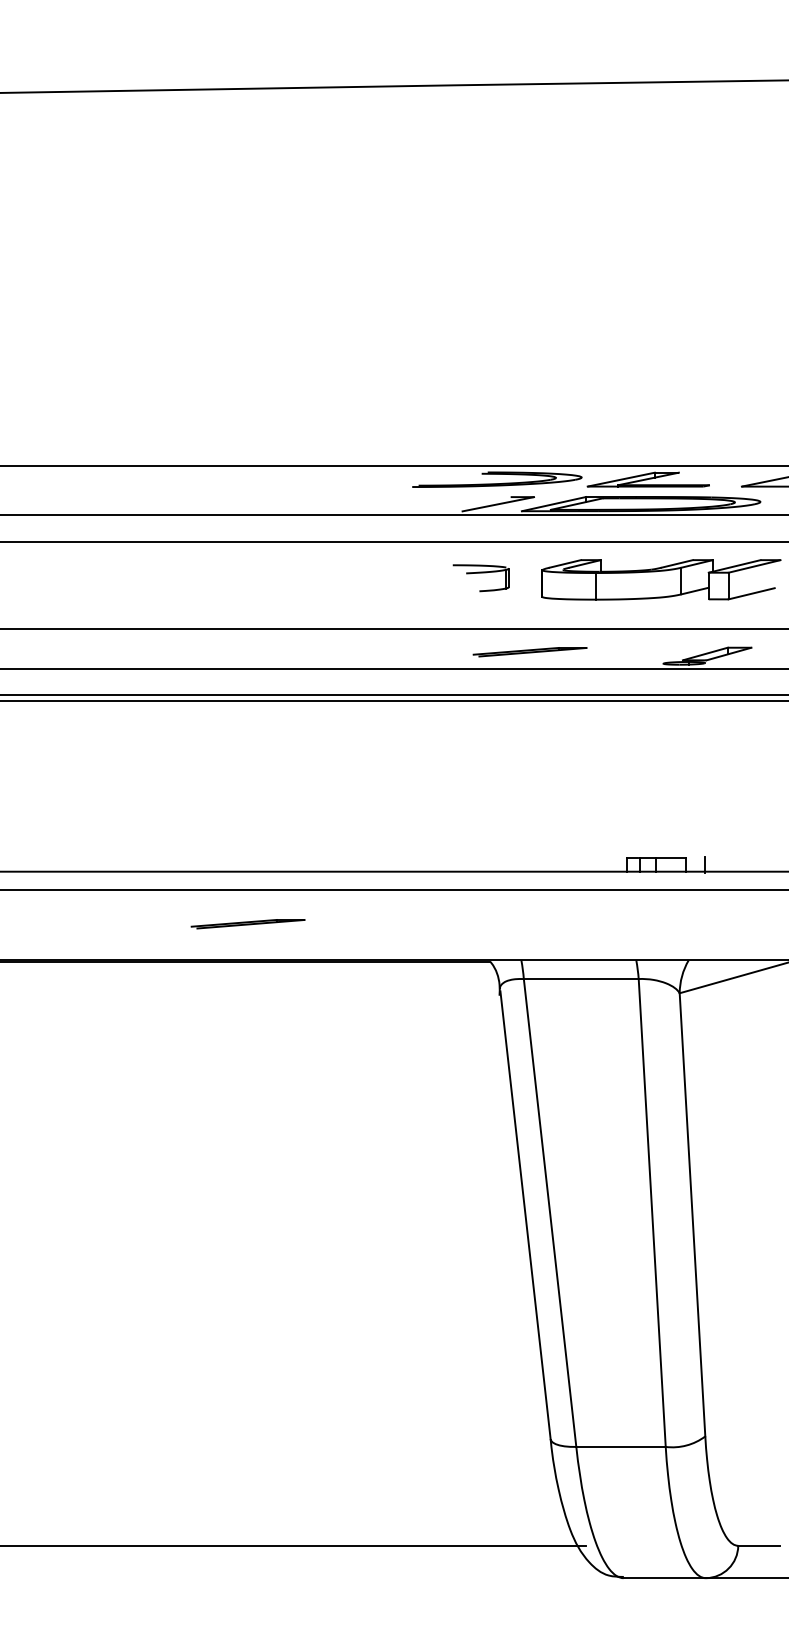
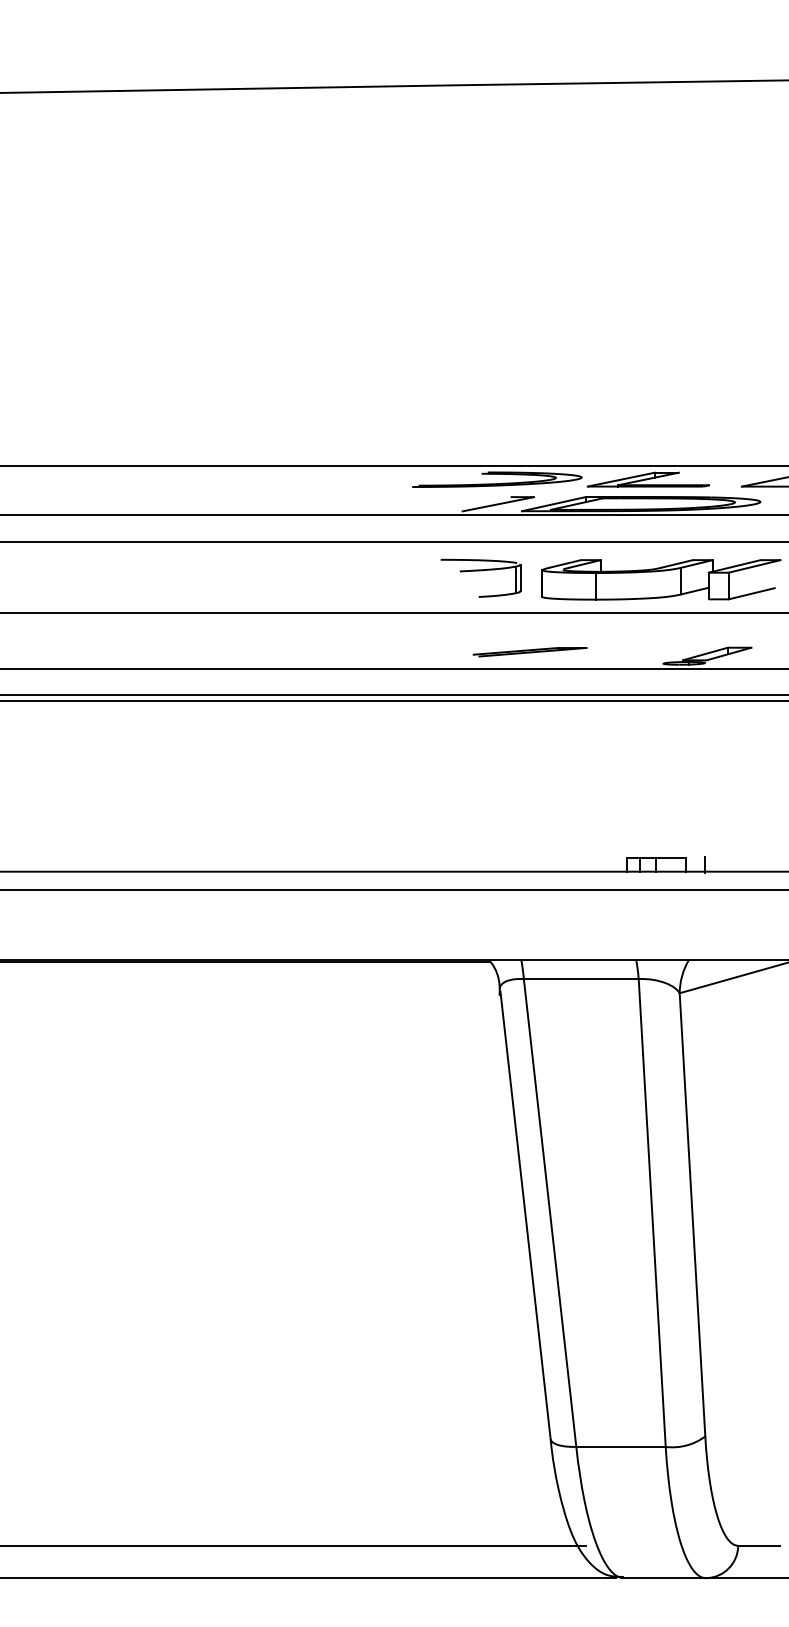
part at (480, 578) size: 58x29 px -> 82x40 px
line at (393, 628) position: (393, 628) -> (393, 612)
part at (247, 924): present -> none
line at (308, 1578): none -> present
